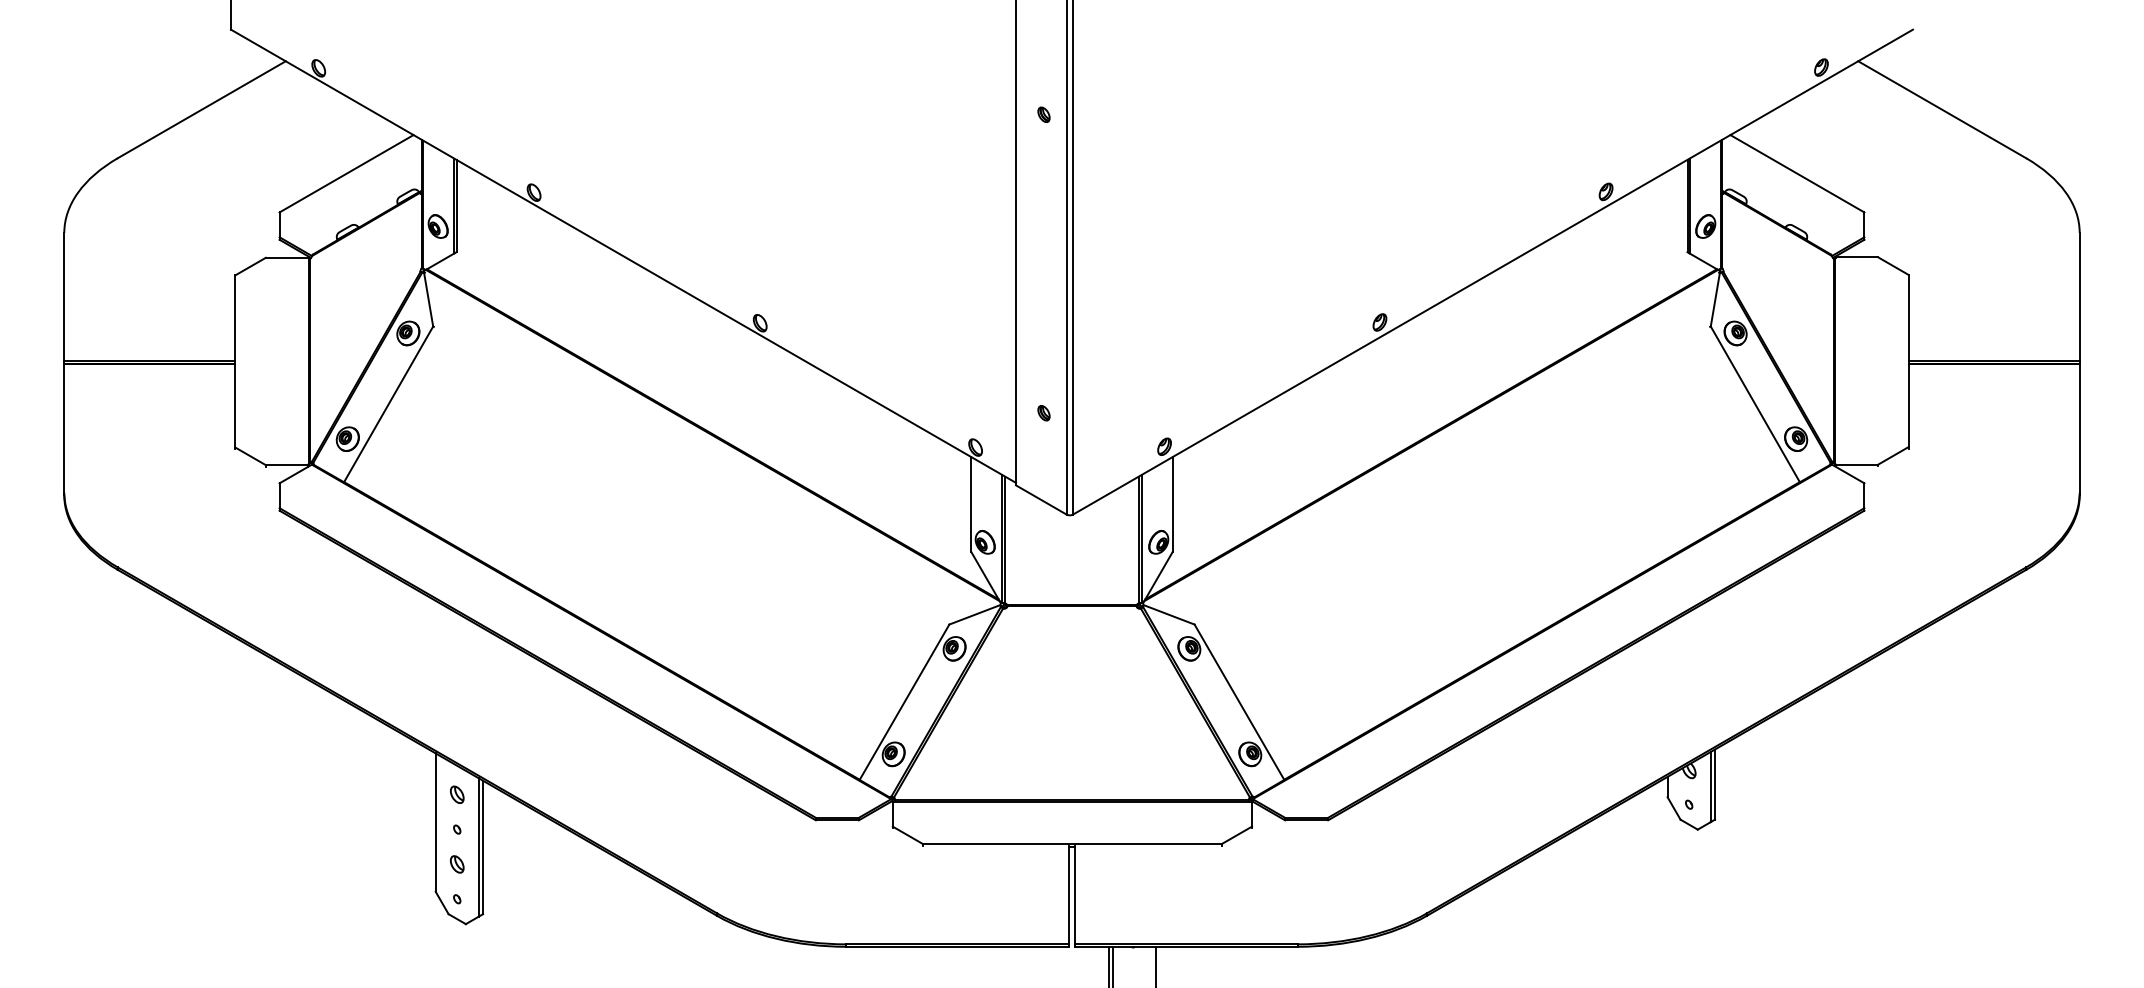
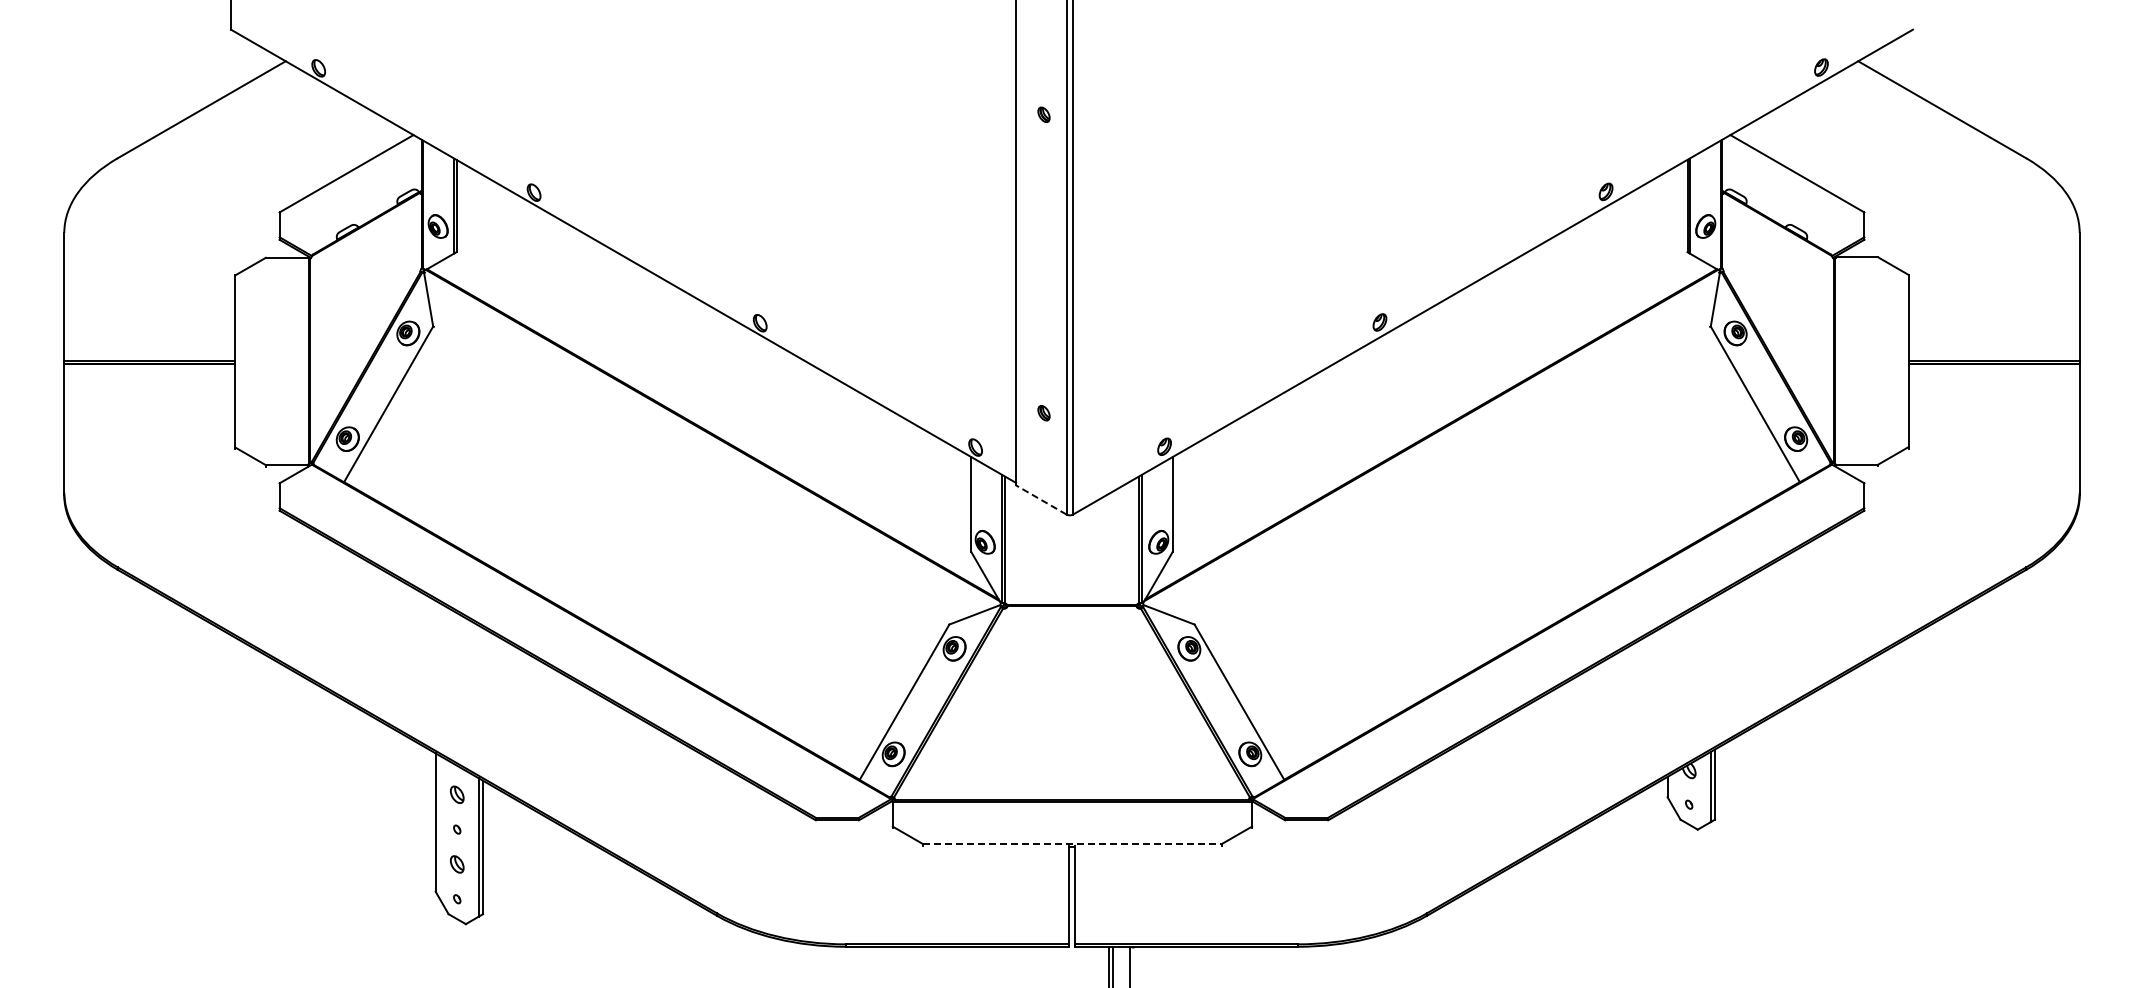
line at (1040, 499): solid -> dashed
line at (1072, 844): solid -> dashed
line at (1156, 965) position: (1156, 965) -> (1130, 965)
